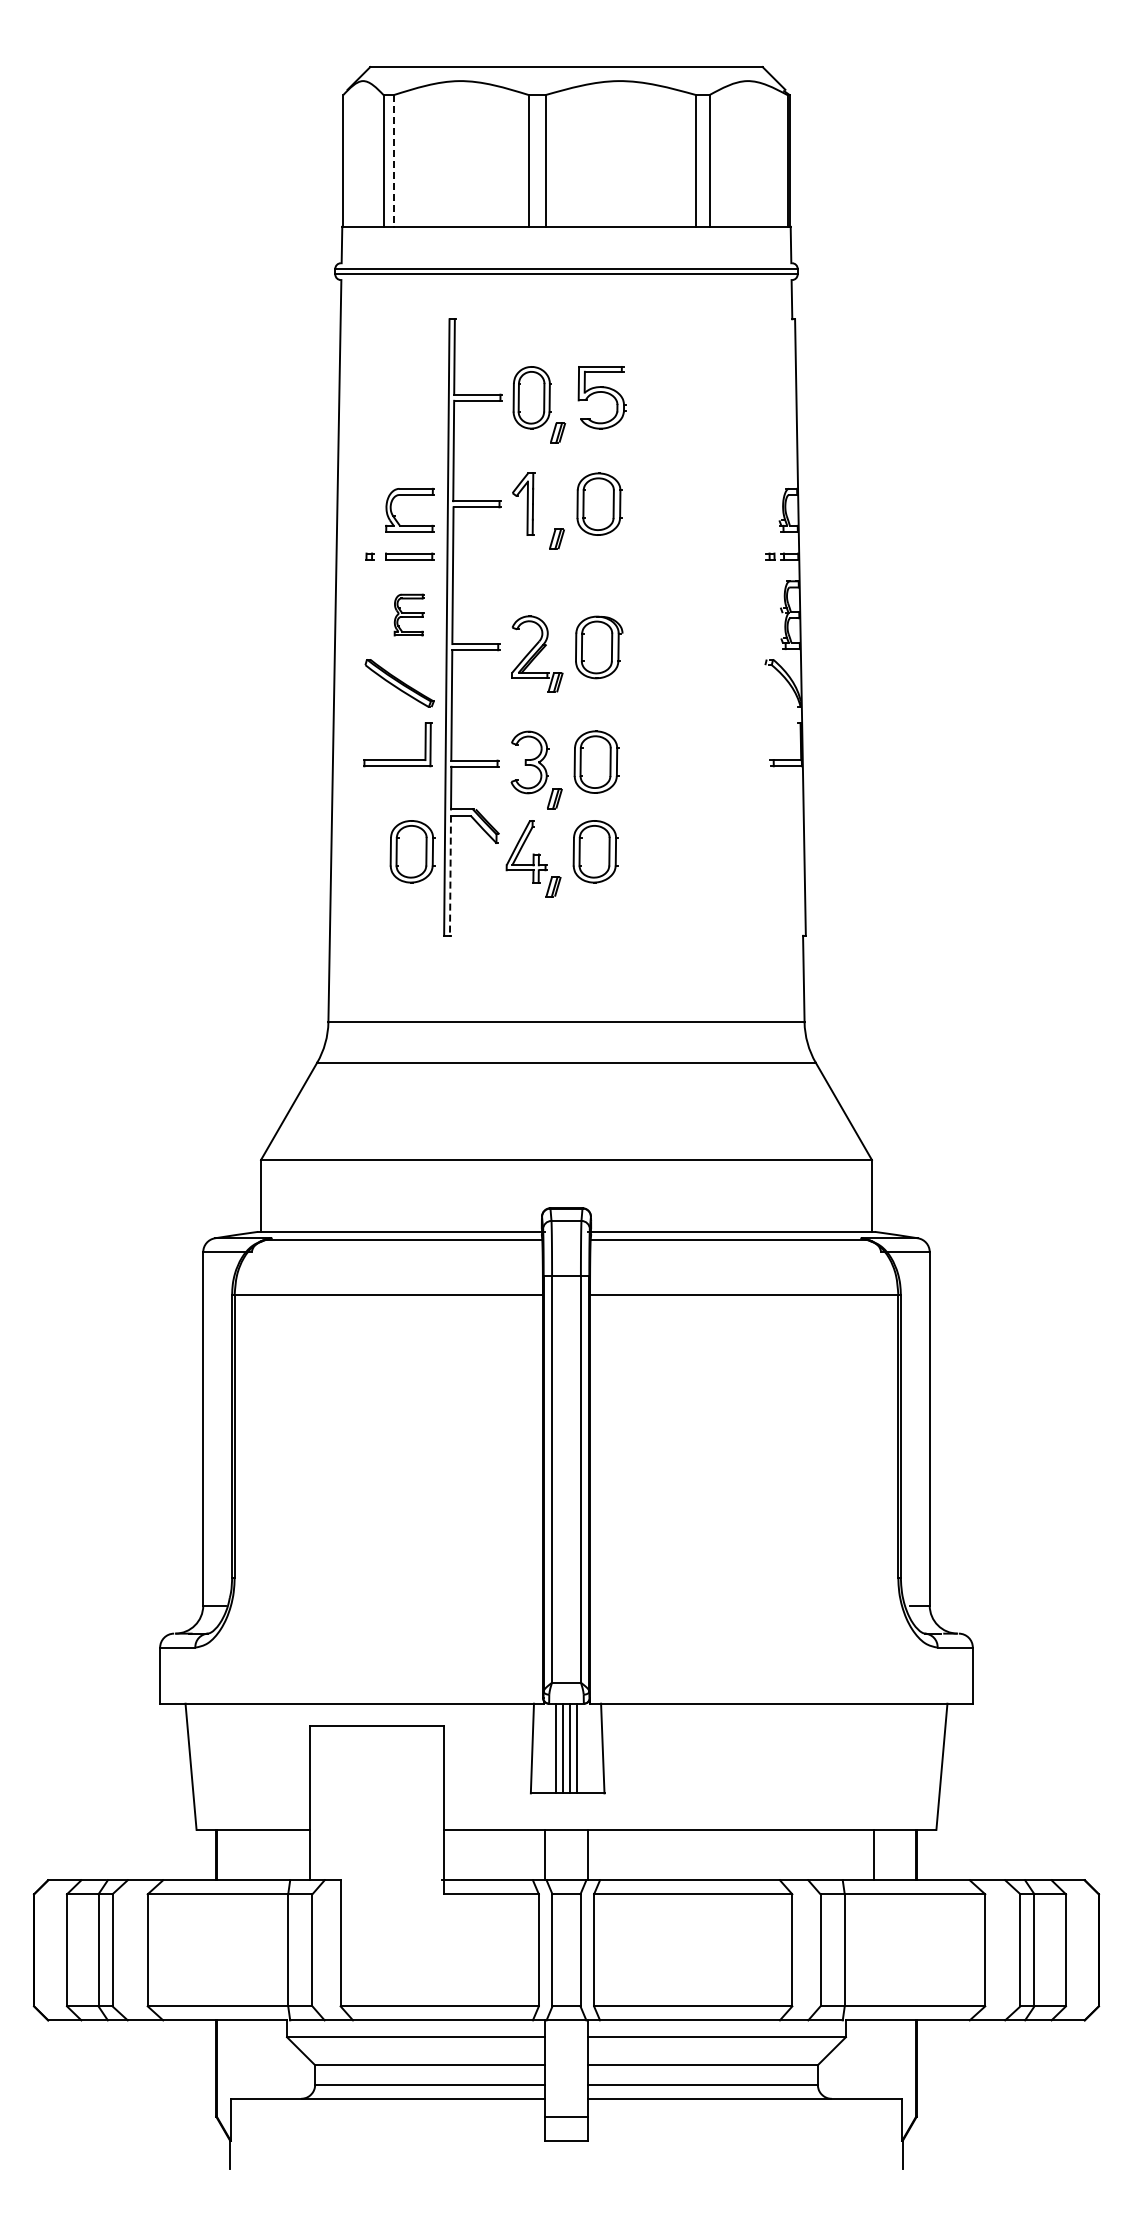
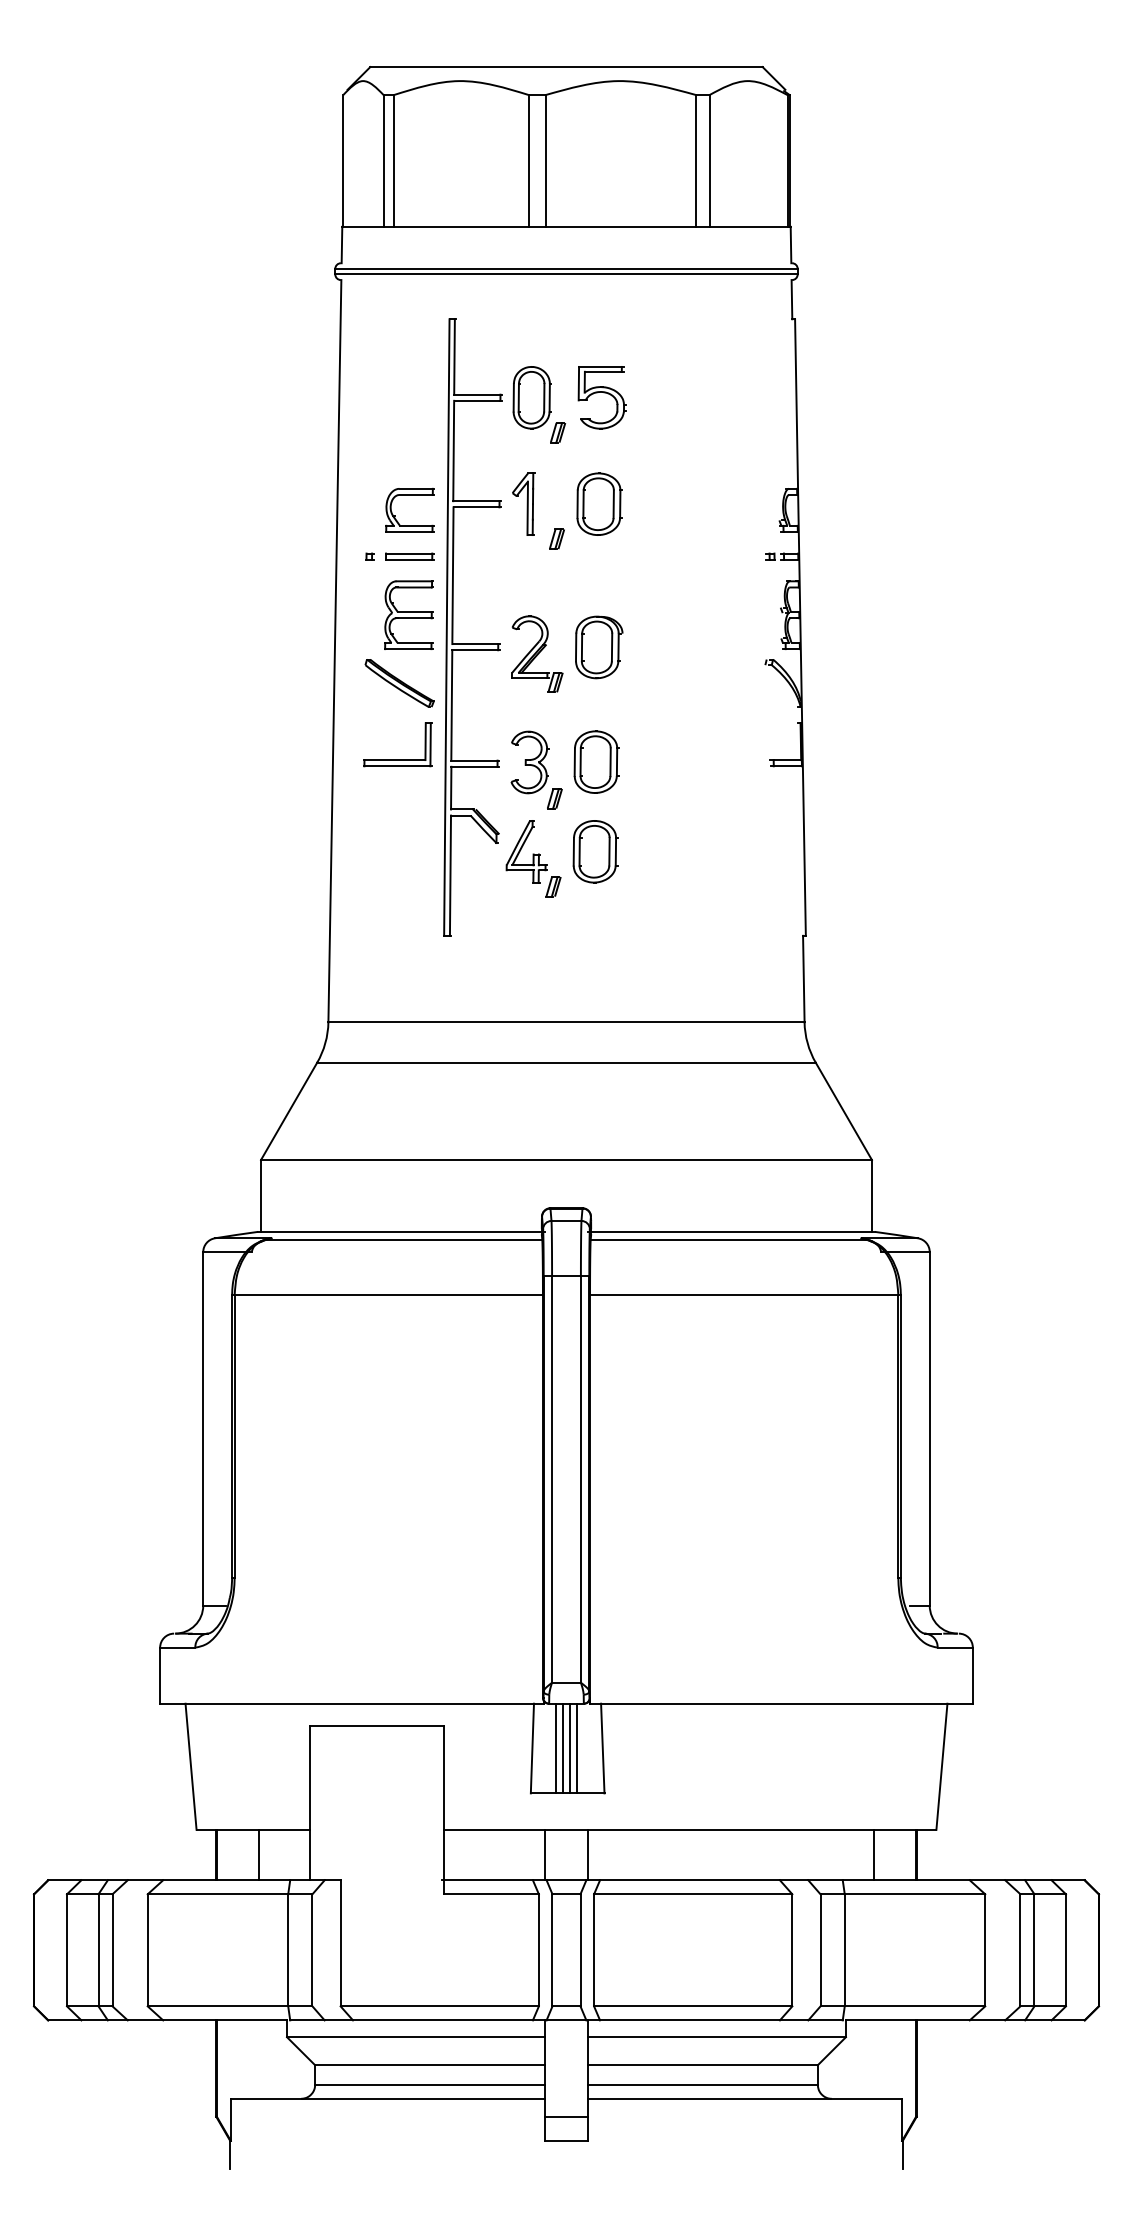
line at (393, 160): dashed -> solid
part at (408, 614) size: 32x44 px -> 50x70 px
part at (412, 851): present -> none
line at (450, 876): dashed -> solid
line at (258, 1854): none -> present
